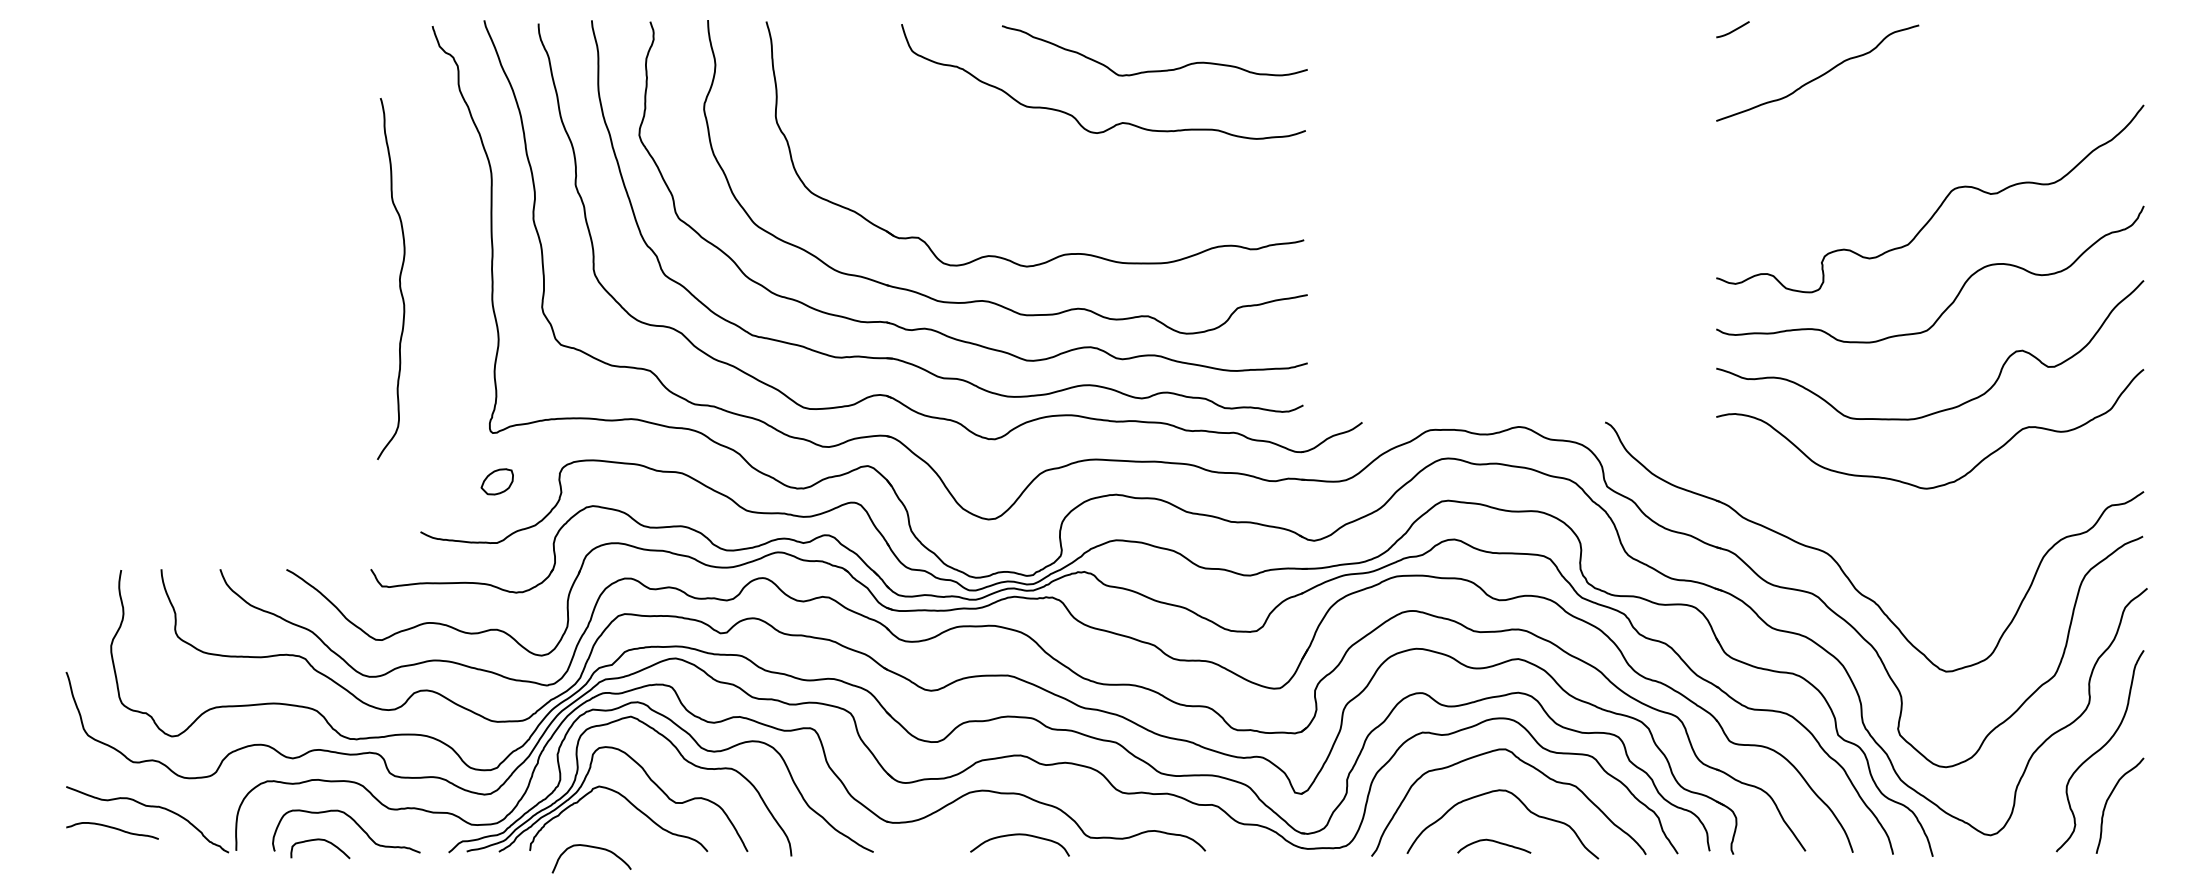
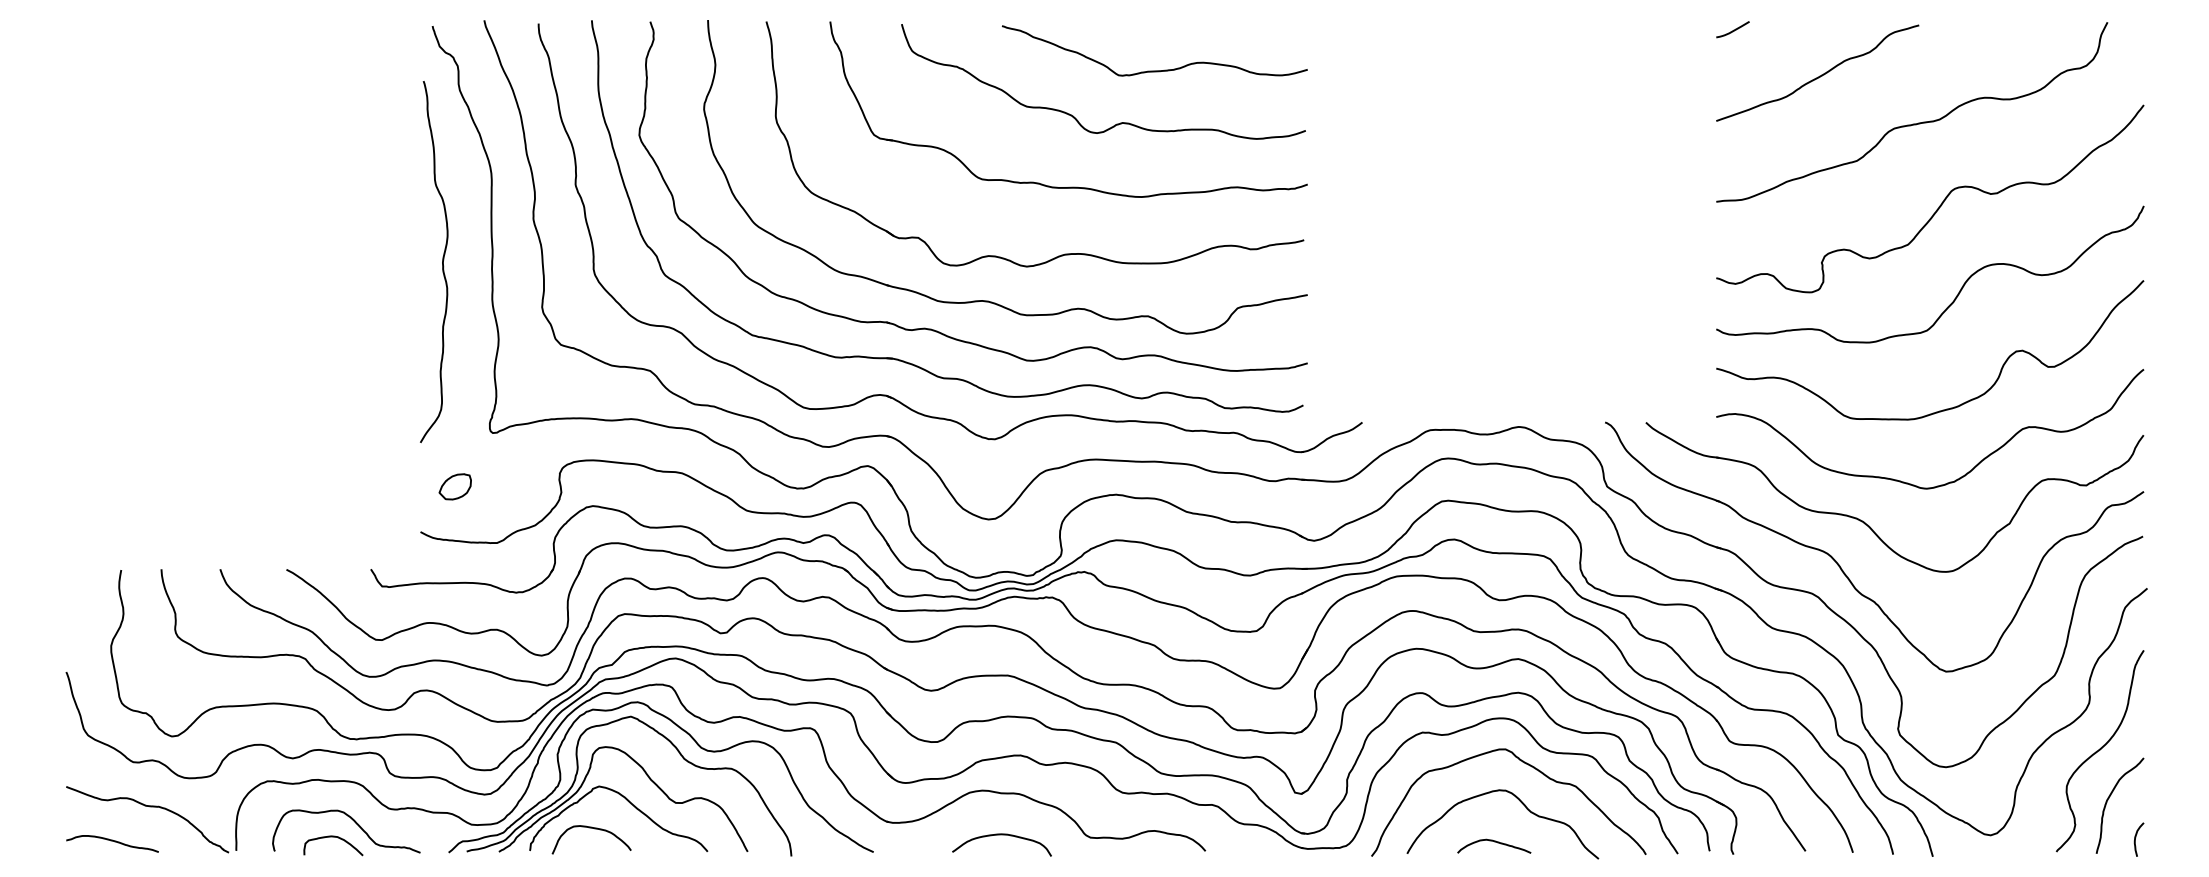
curve at (1912, 123): none -> present
part at (1069, 186): none -> present
curve at (399, 278) position: (399, 278) -> (442, 261)
part at (496, 481) position: (496, 481) -> (454, 486)
part at (1869, 525): none -> present
curve at (112, 828) position: (112, 828) -> (112, 841)
curve at (1019, 835) position: (1019, 835) -> (1001, 835)
curve at (2136, 837): none -> present
curve at (320, 840) position: (320, 840) -> (333, 837)
curve at (594, 848) position: (594, 848) -> (594, 829)
